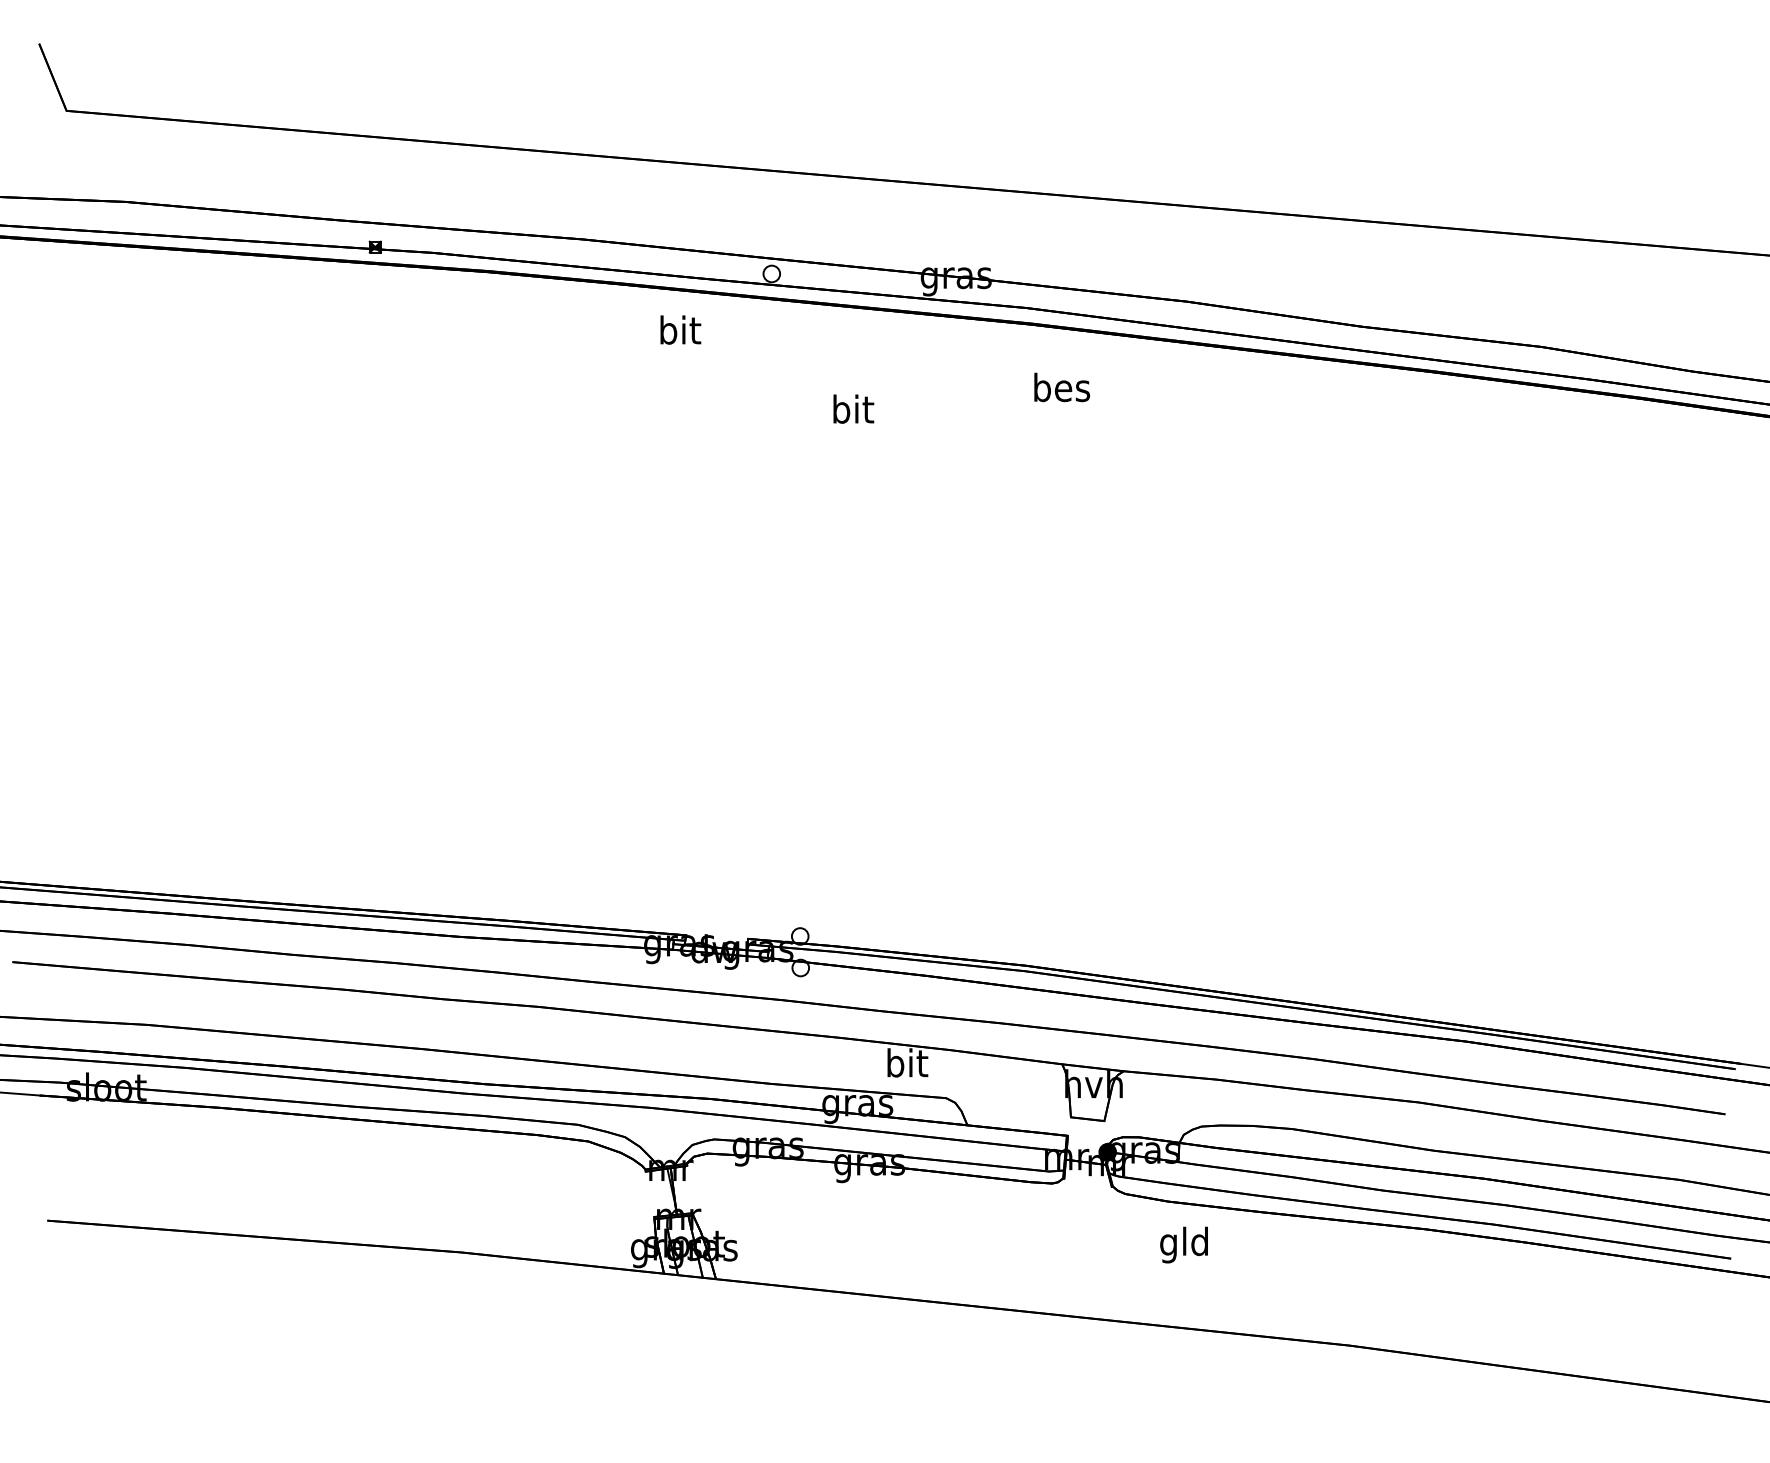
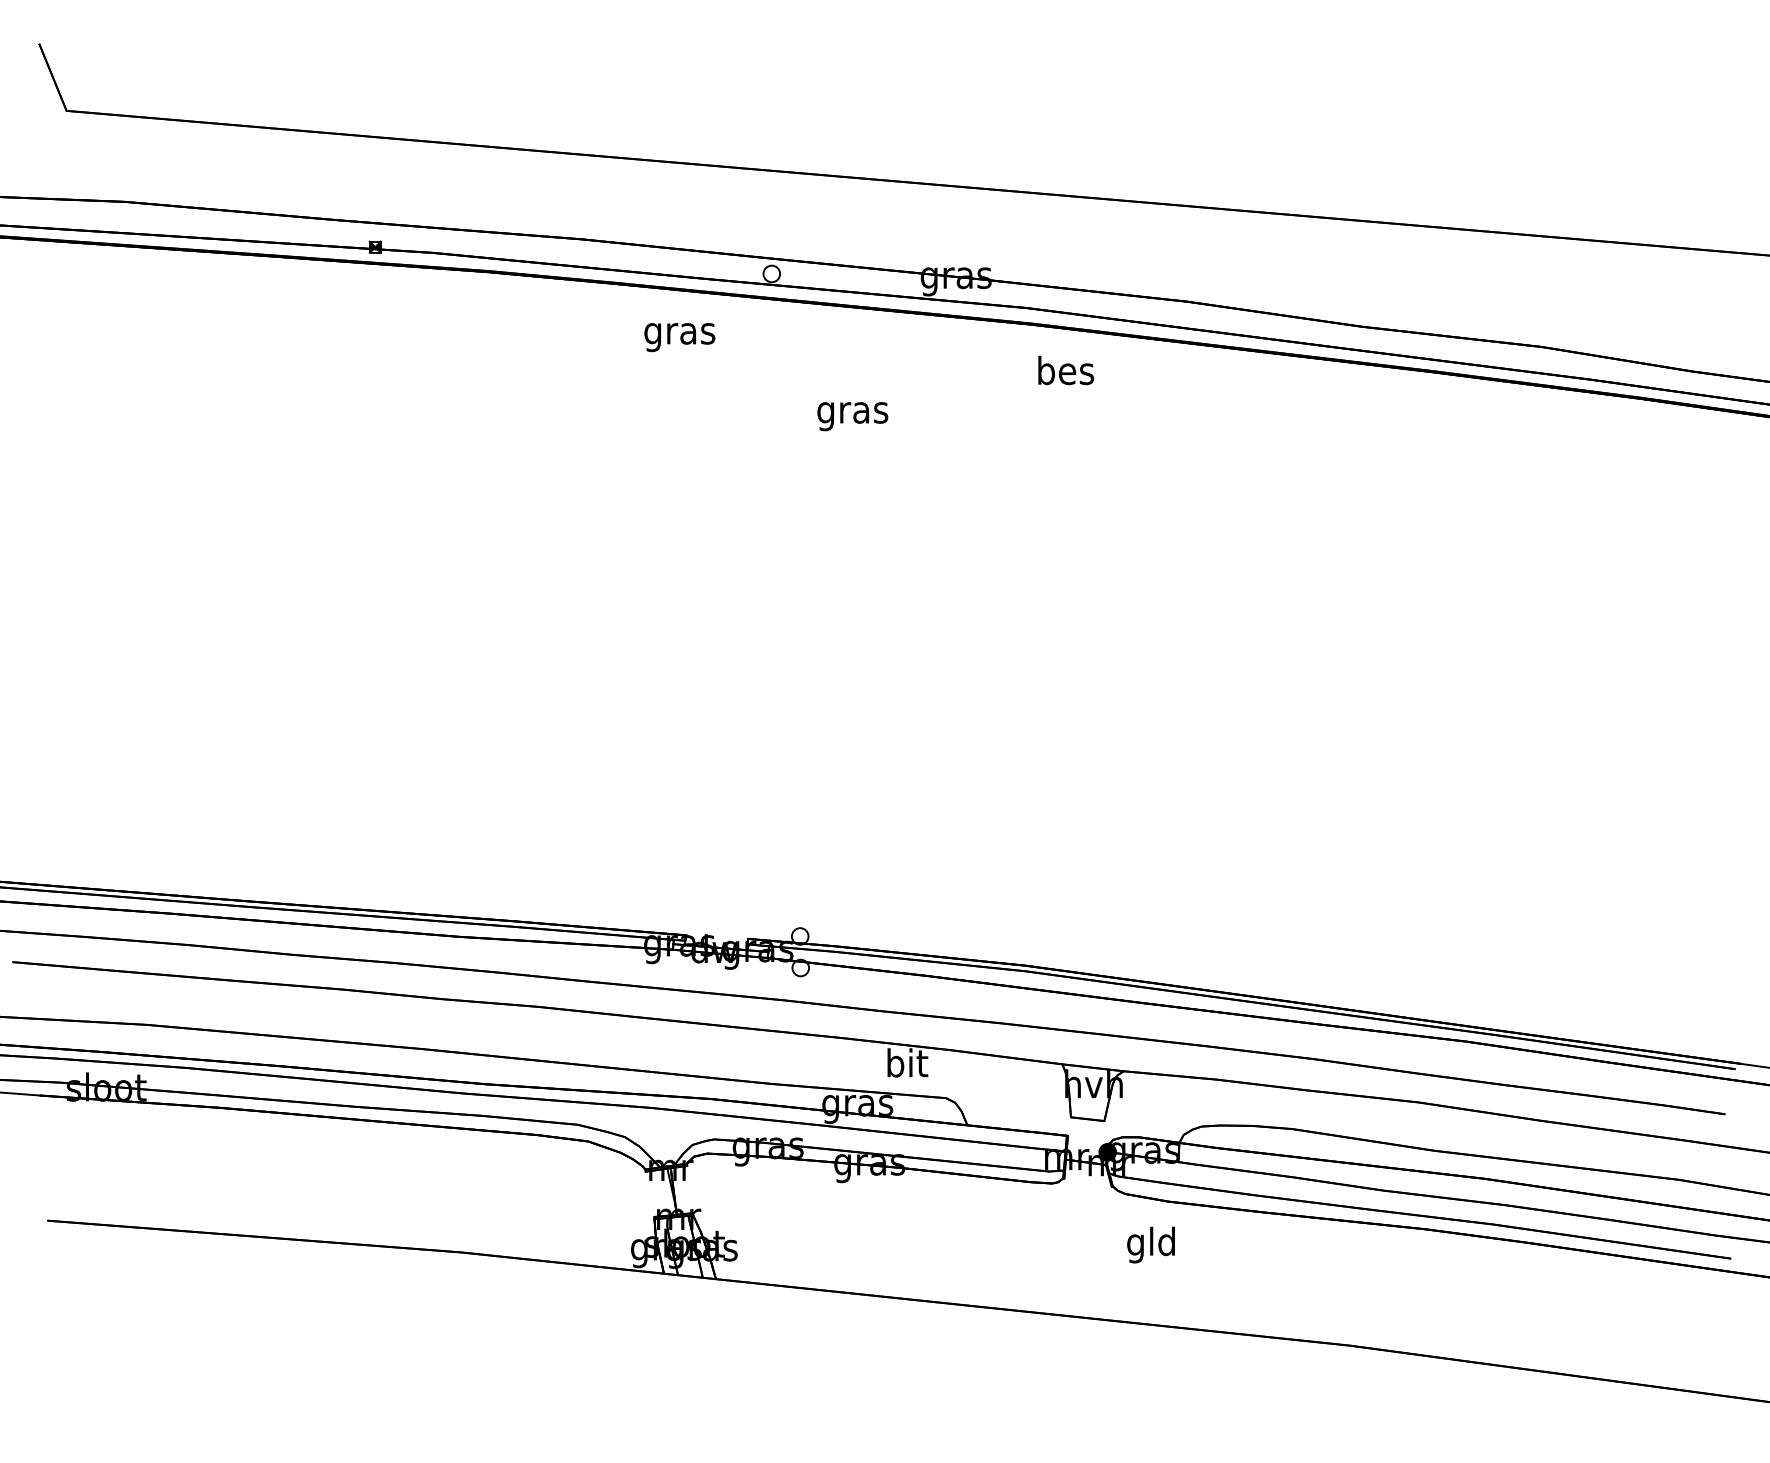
text at (679, 333): bit -> gras
text at (1062, 387) position: (1062, 387) -> (1066, 370)
text at (852, 412): bit -> gras
text at (1183, 1244) position: (1183, 1244) -> (1150, 1244)
